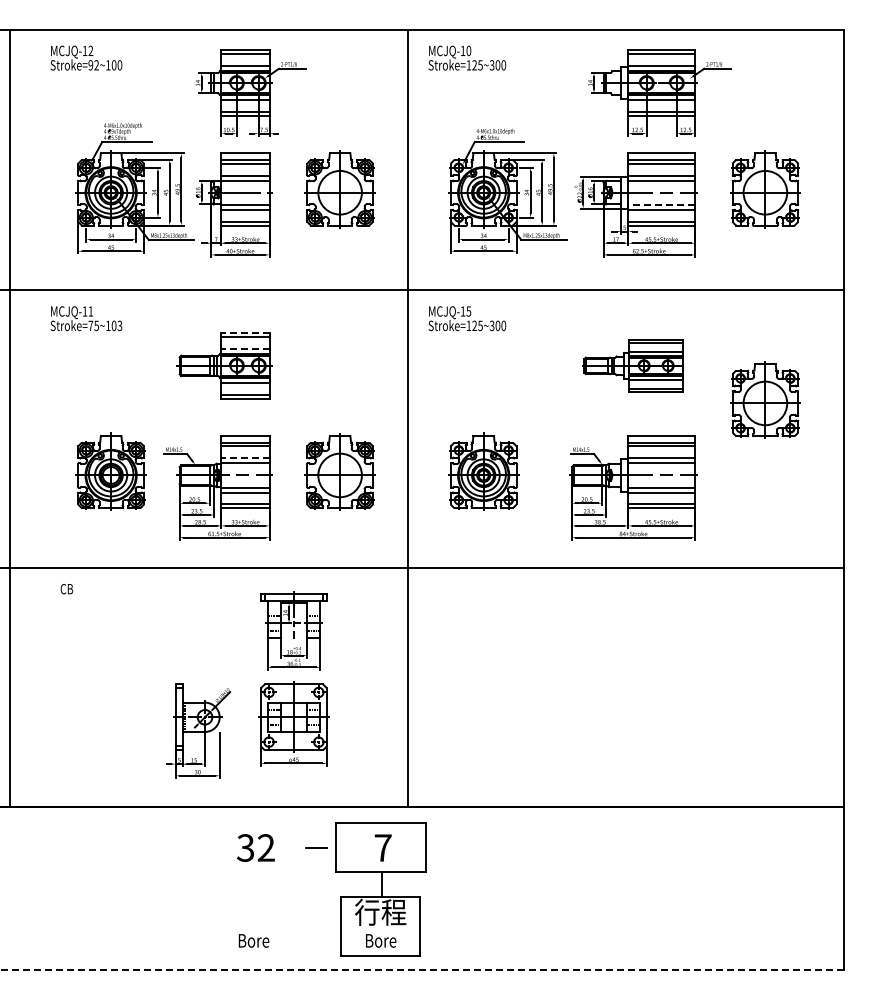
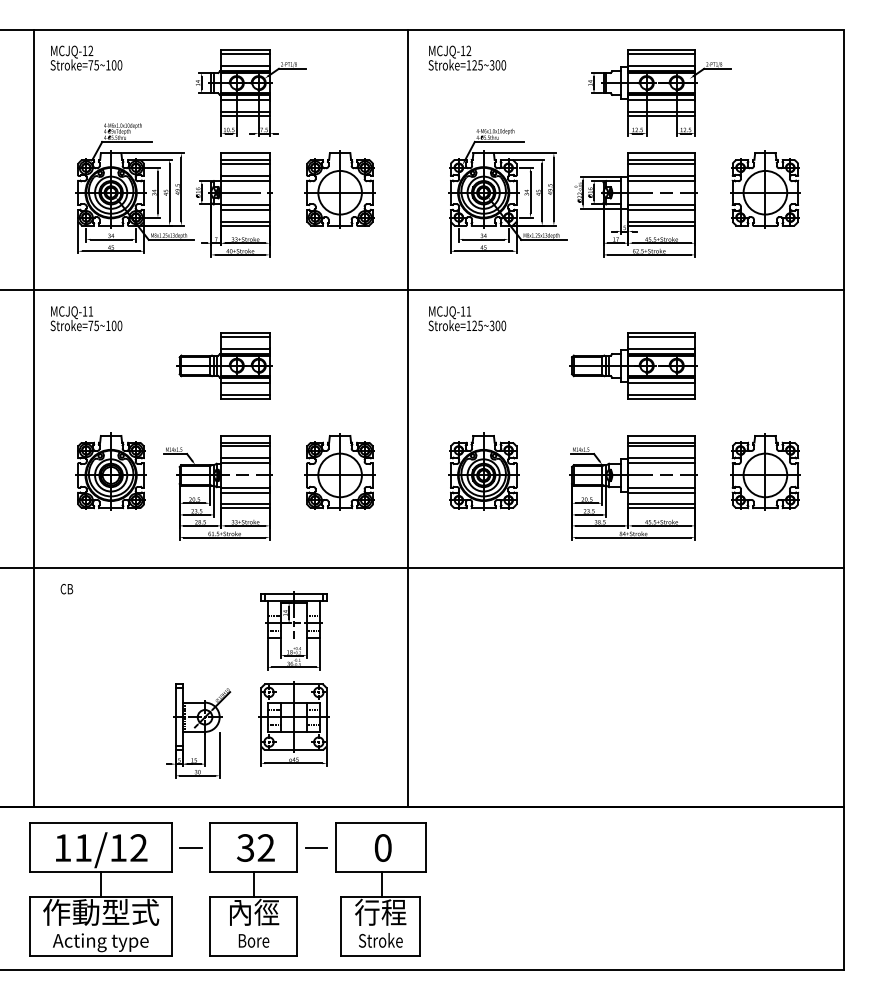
text at (468, 50): MCJQ-10 -> MCJQ-12
text at (93, 65): Stroke=92~100 -> Stroke=75~100
line at (661, 204): dashed -> solid
text at (468, 311): MCJQ-15 -> MCJQ-11
text at (119, 325): Stroke=75~103 -> Stroke=75~100
line at (245, 332): dashed -> solid
line at (245, 348): dashed -> solid
part at (632, 365) size: 102x54 px -> 129x68 px
part at (765, 399) position: (765, 399) -> (765, 471)
line at (9, 418) position: (9, 418) -> (33, 418)
line at (245, 458): dashed -> solid
text at (382, 847): 7 -> 0
part at (163, 896): none -> present
text at (380, 940): Bore -> Stroke
line at (421, 969): dashed -> solid
